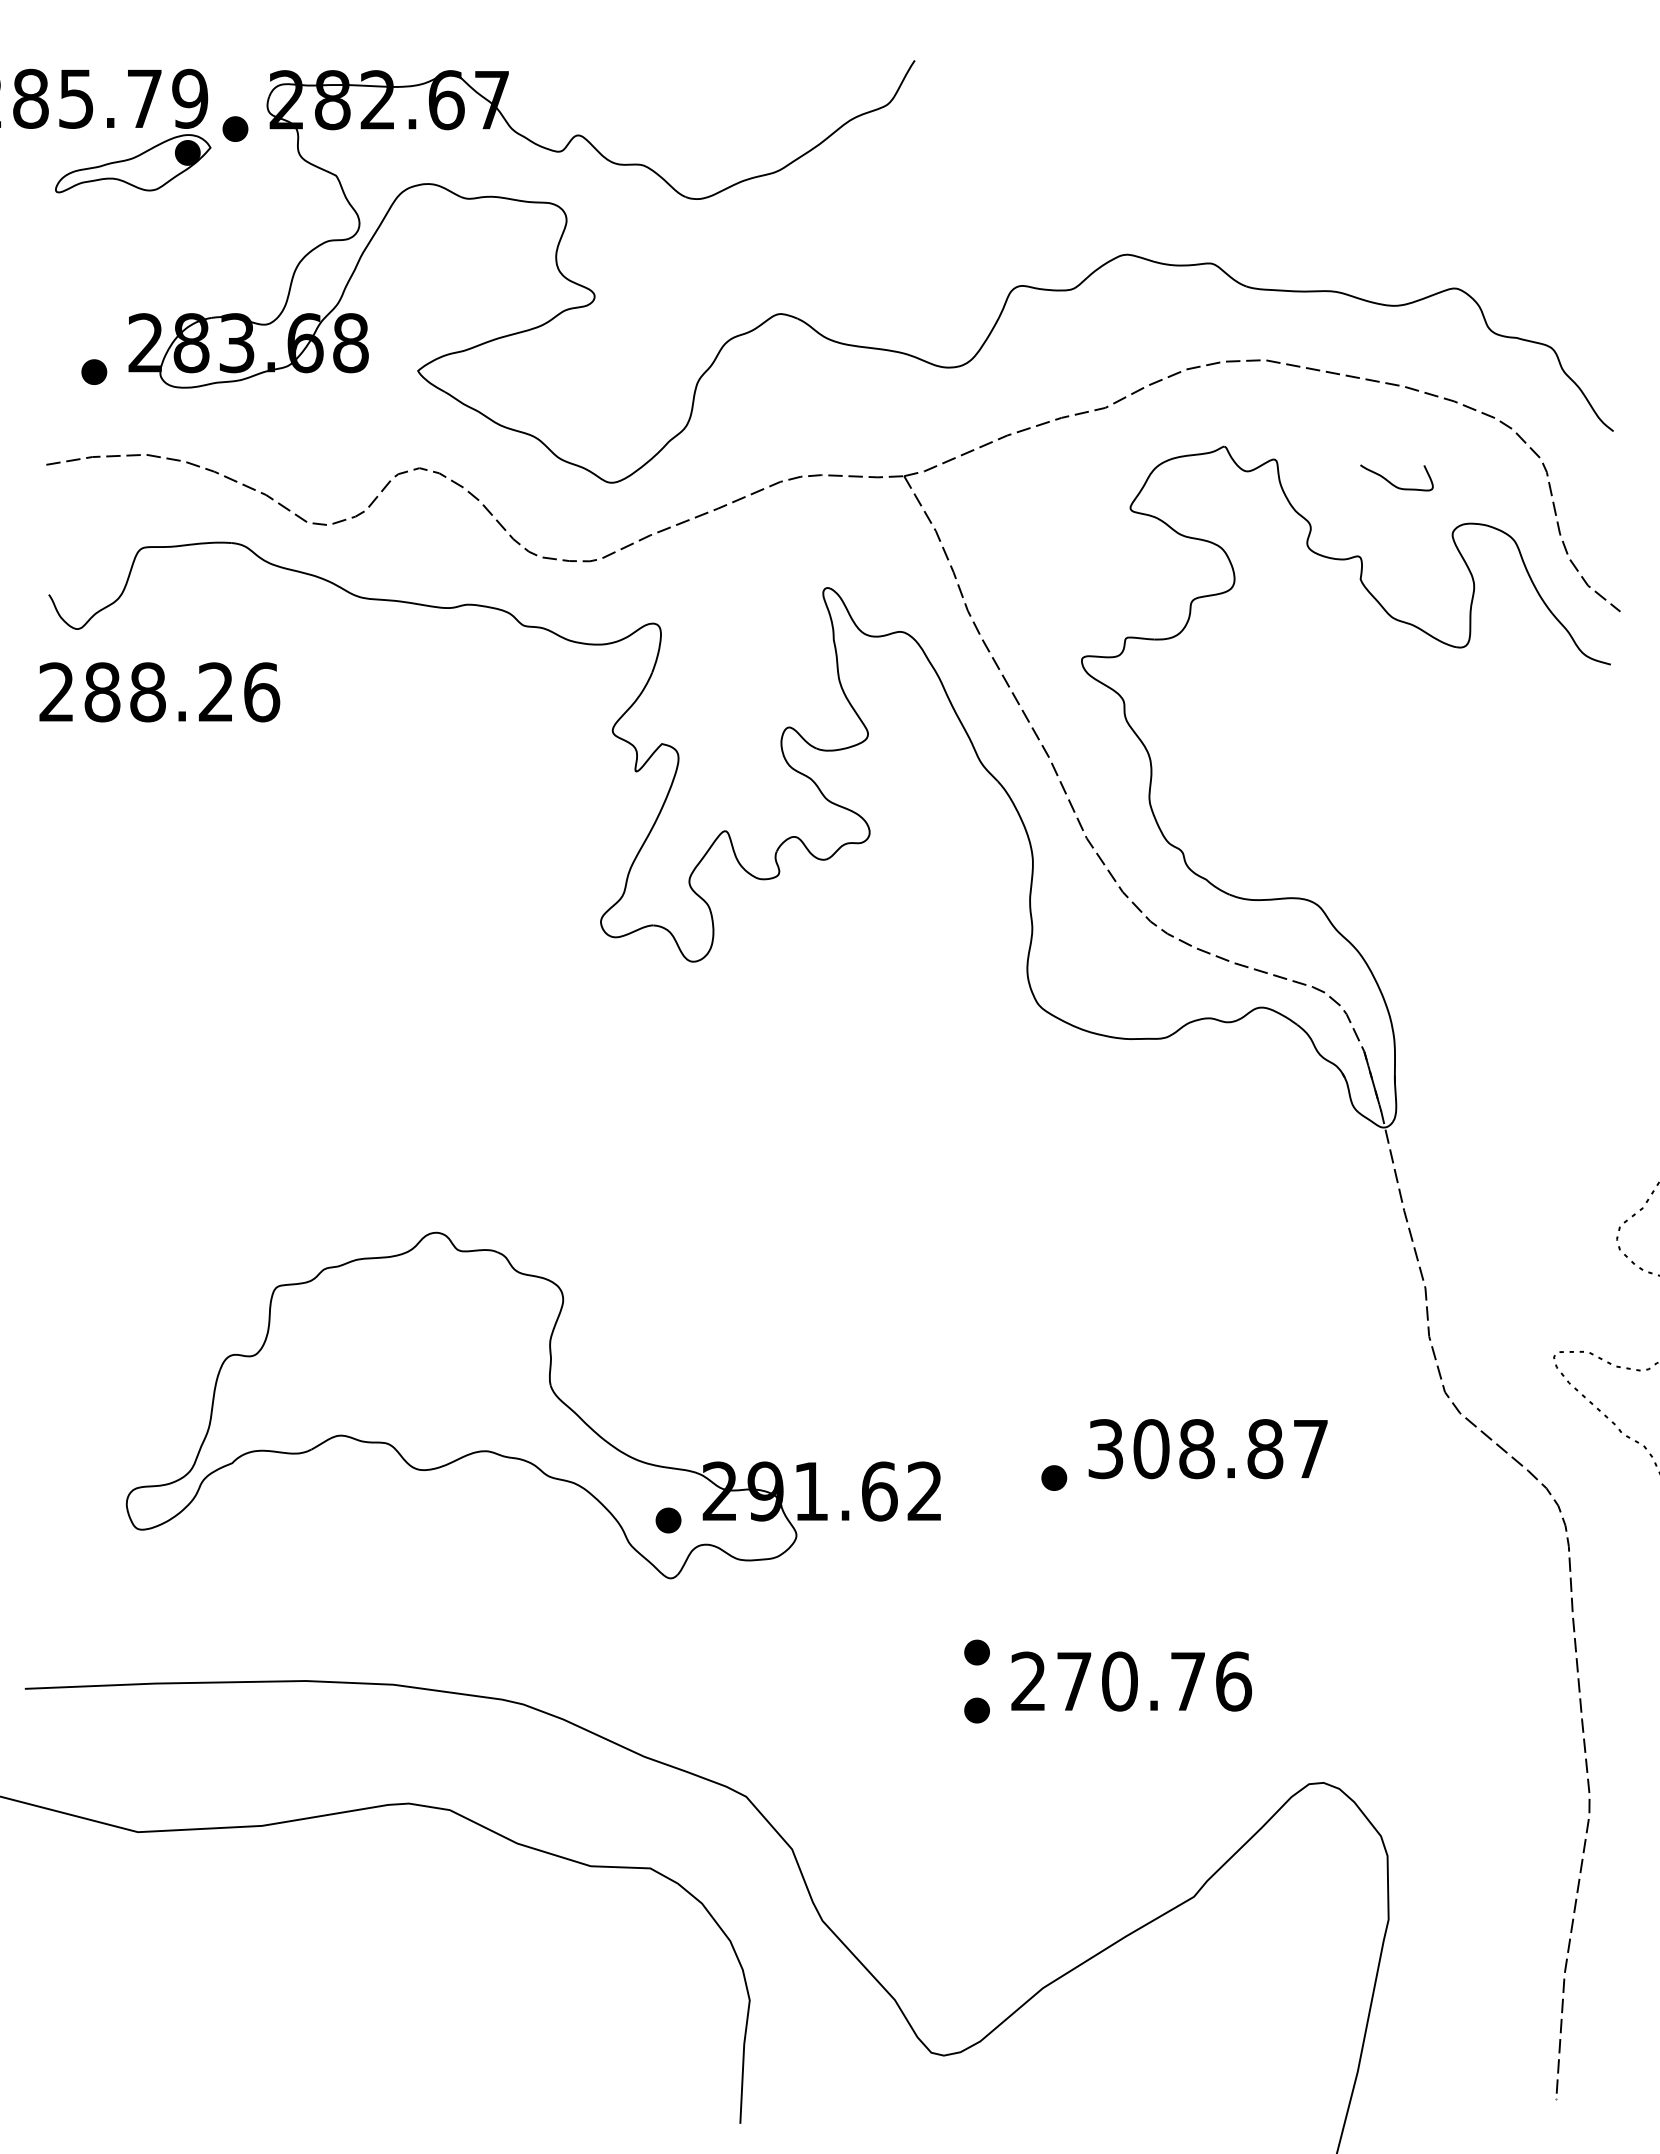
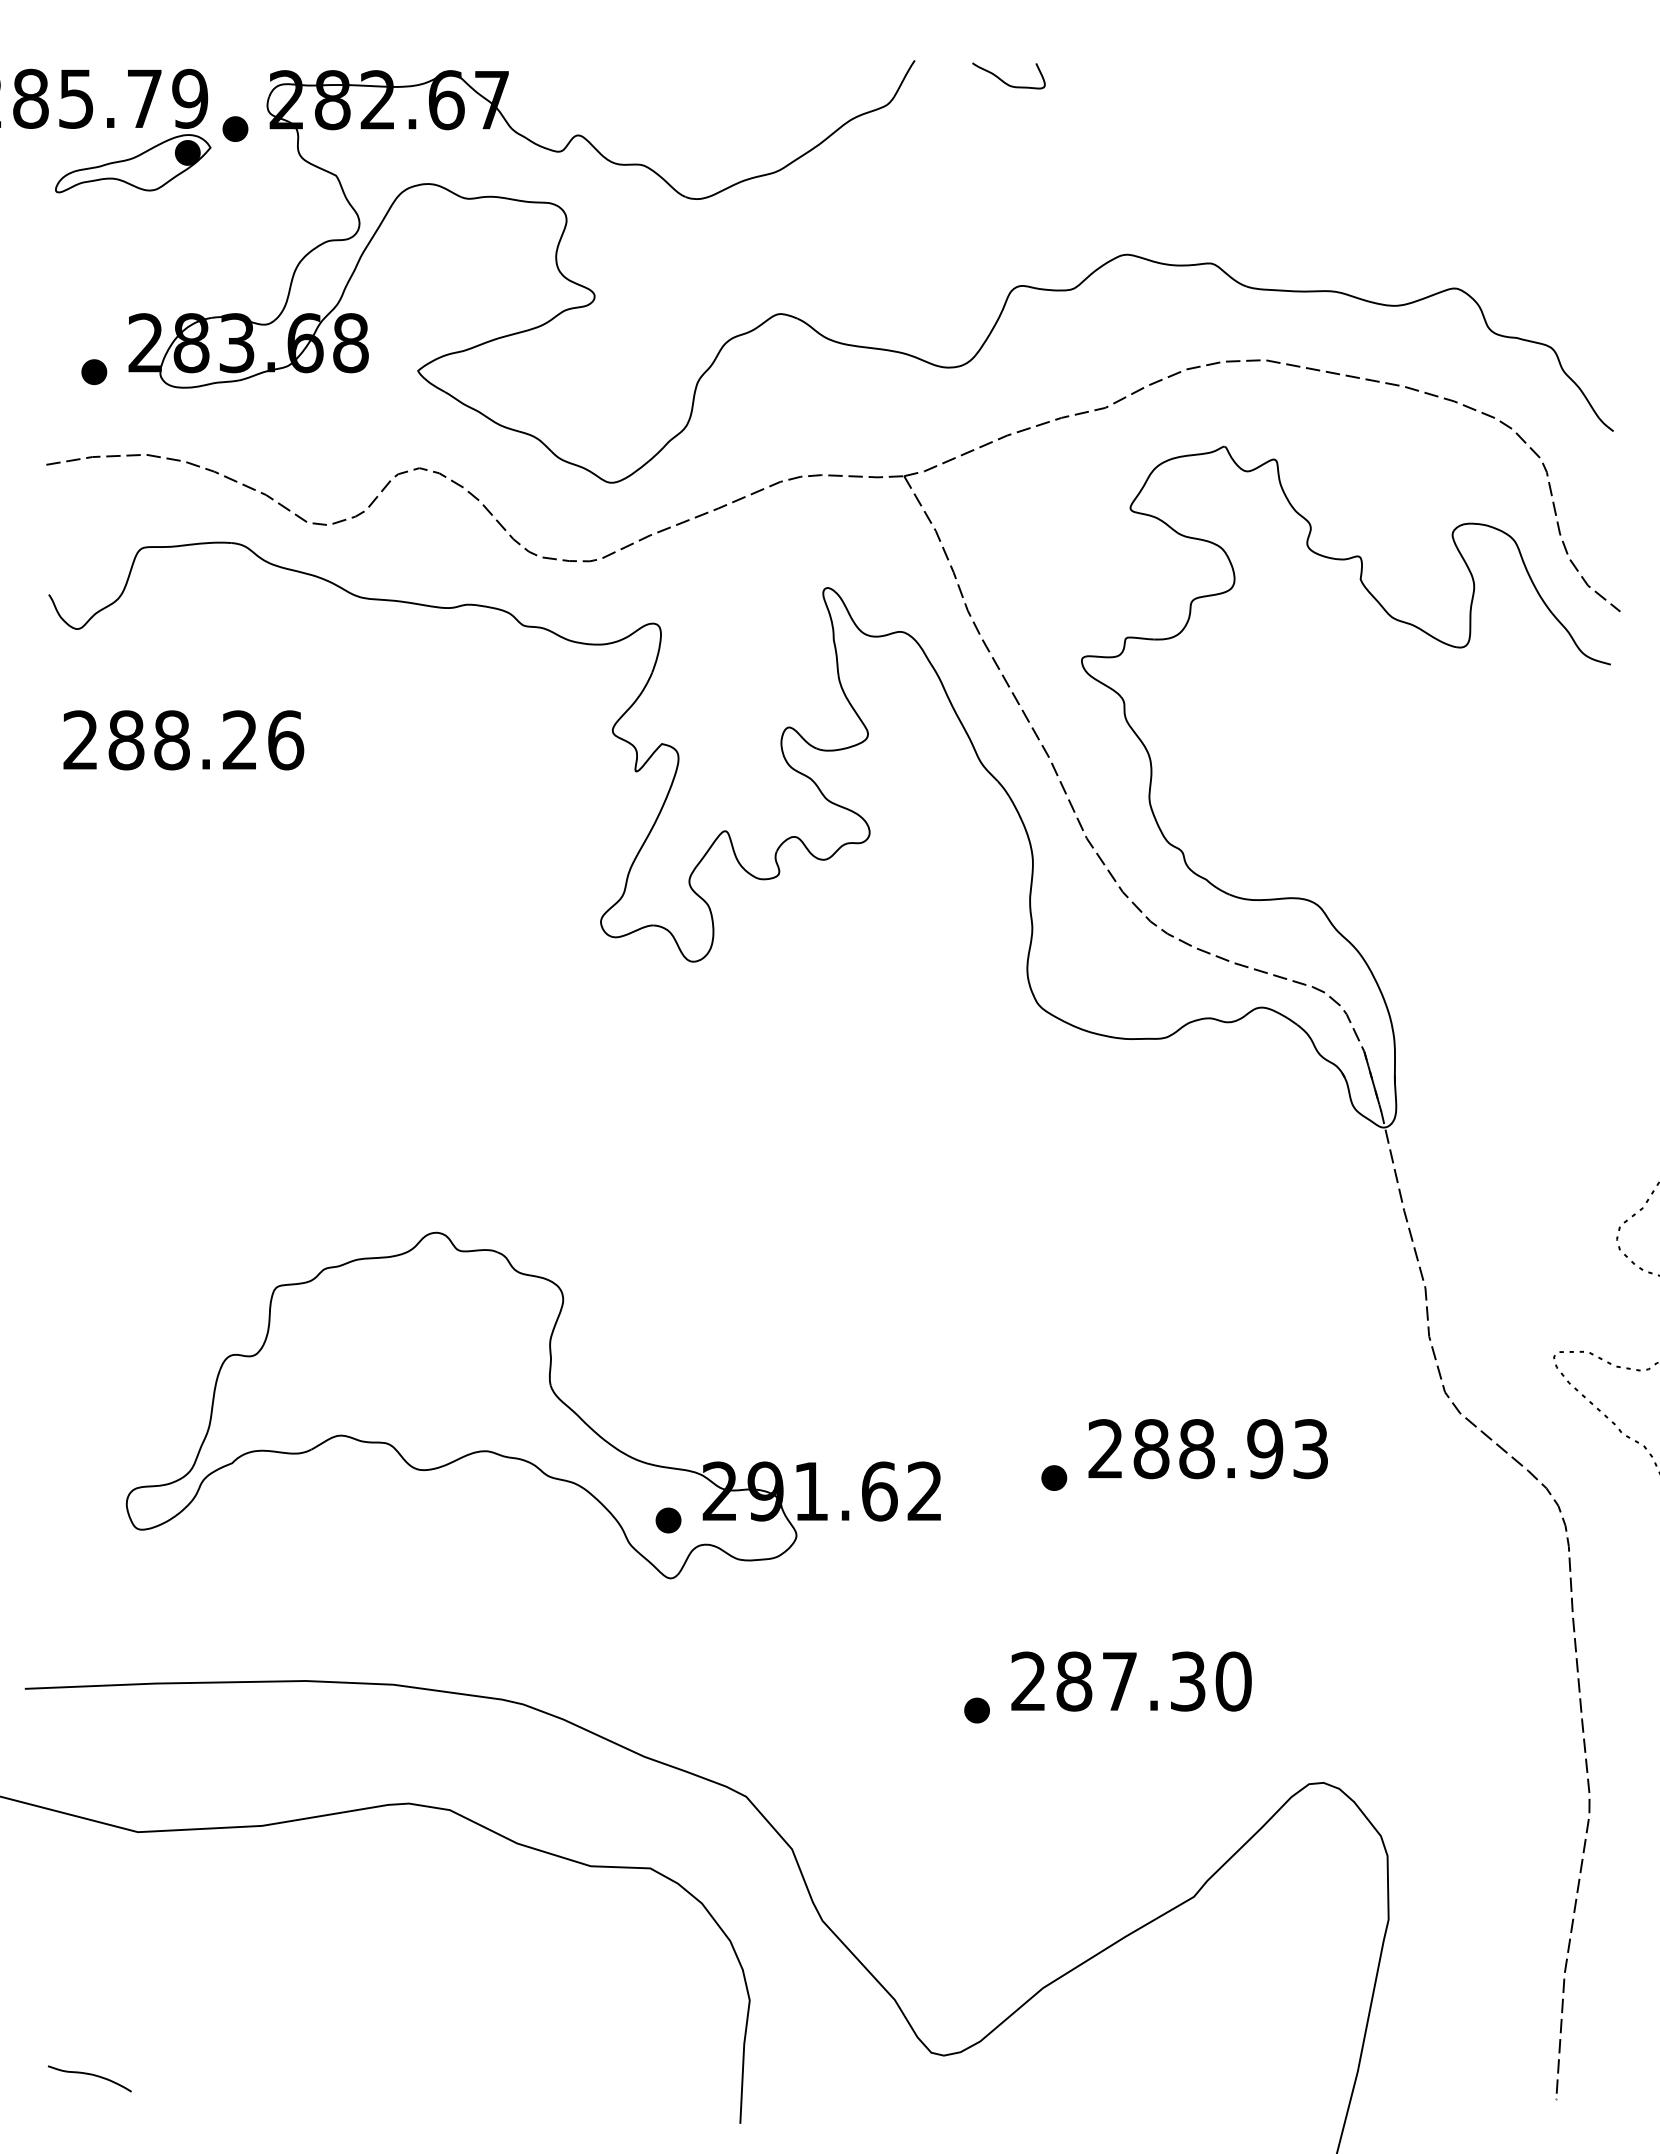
curve at (1391, 482) position: (1391, 482) -> (1003, 80)
text at (159, 692) position: (159, 692) -> (183, 740)
text at (1207, 1449): 308.87 -> 288.93
part at (976, 1652): present -> none
text at (1154, 1681): 270.76 -> 287.30
curve at (90, 2075): none -> present
